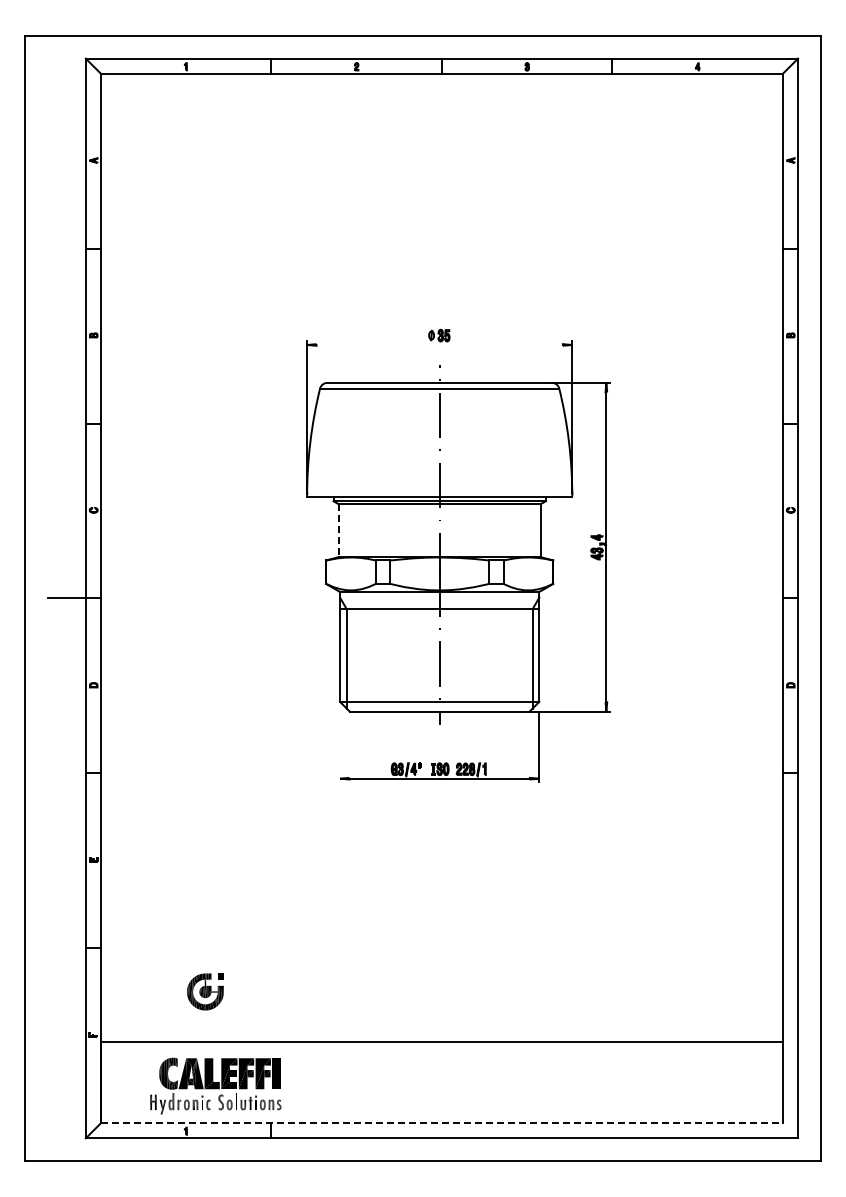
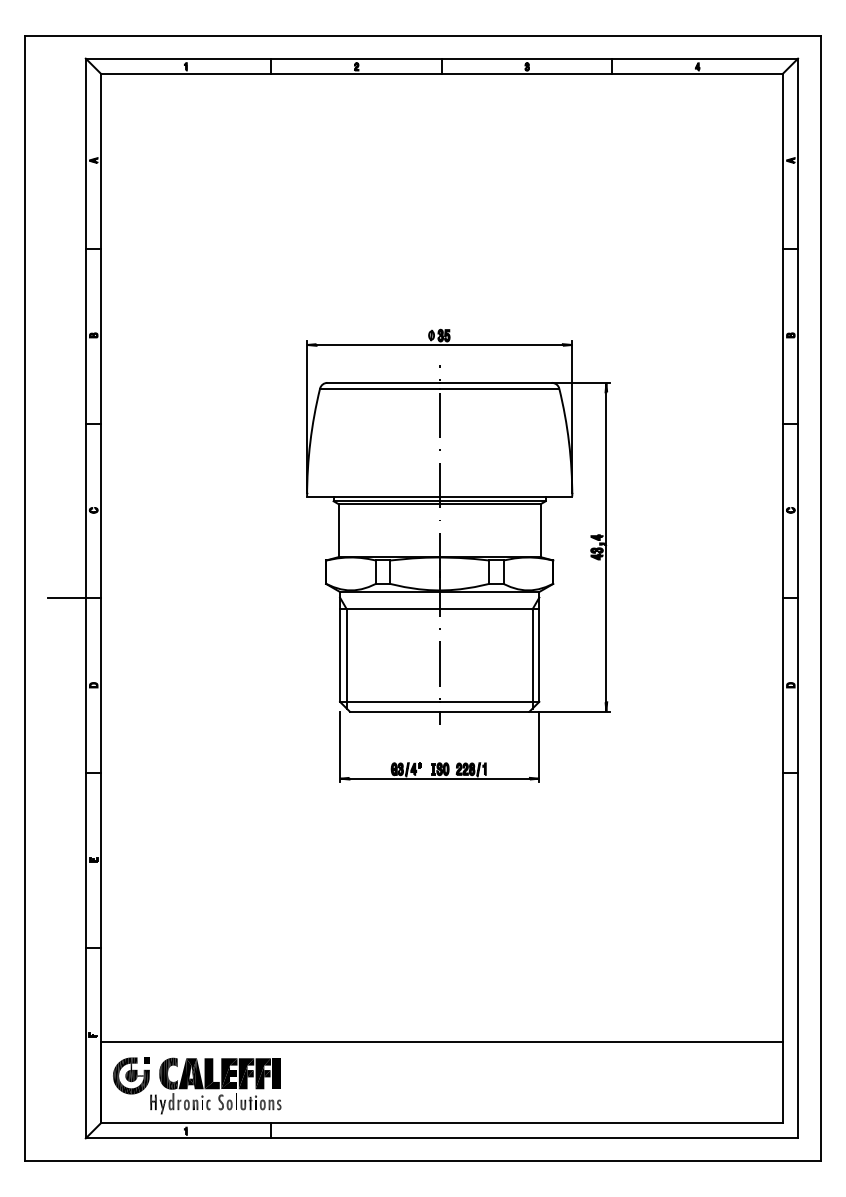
line at (439, 344): none -> present
line at (338, 530): dashed -> solid
line at (340, 746): none -> present
part at (205, 991) position: (205, 991) -> (131, 1075)
line at (441, 1123): dashed -> solid
